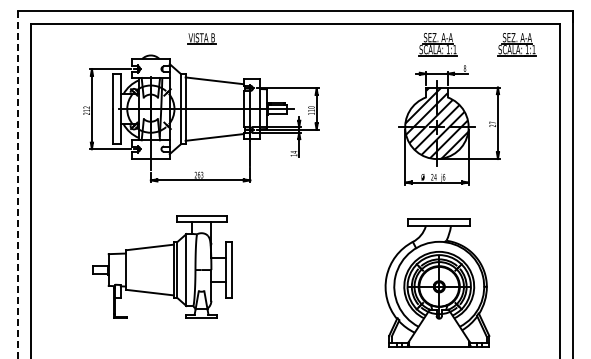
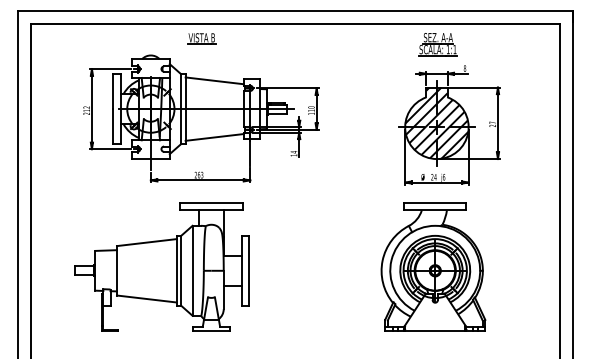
part at (516, 44): present -> none
line at (17, 184): dashed -> solid
part at (162, 266) size: 141x104 px -> 176x130 px
part at (437, 282) position: (437, 282) -> (433, 266)
